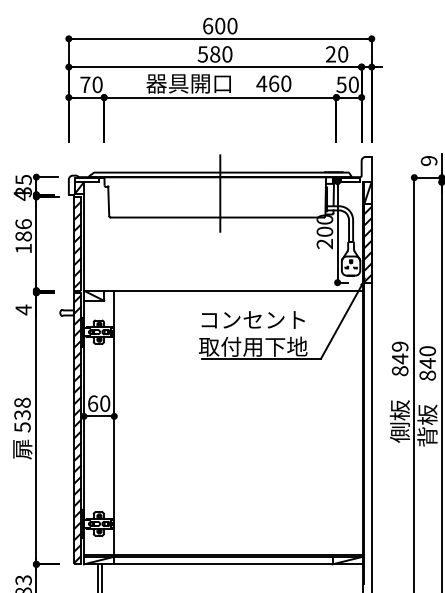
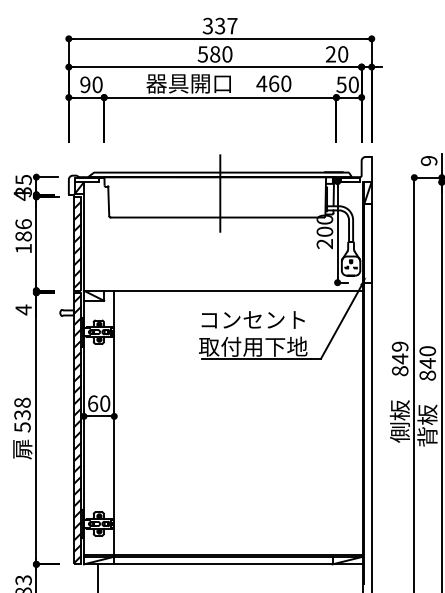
text at (219, 25): 600 -> 337
text at (85, 84): 70 -> 90
hatch at (367, 244): present -> none
line at (101, 576): present -> none
